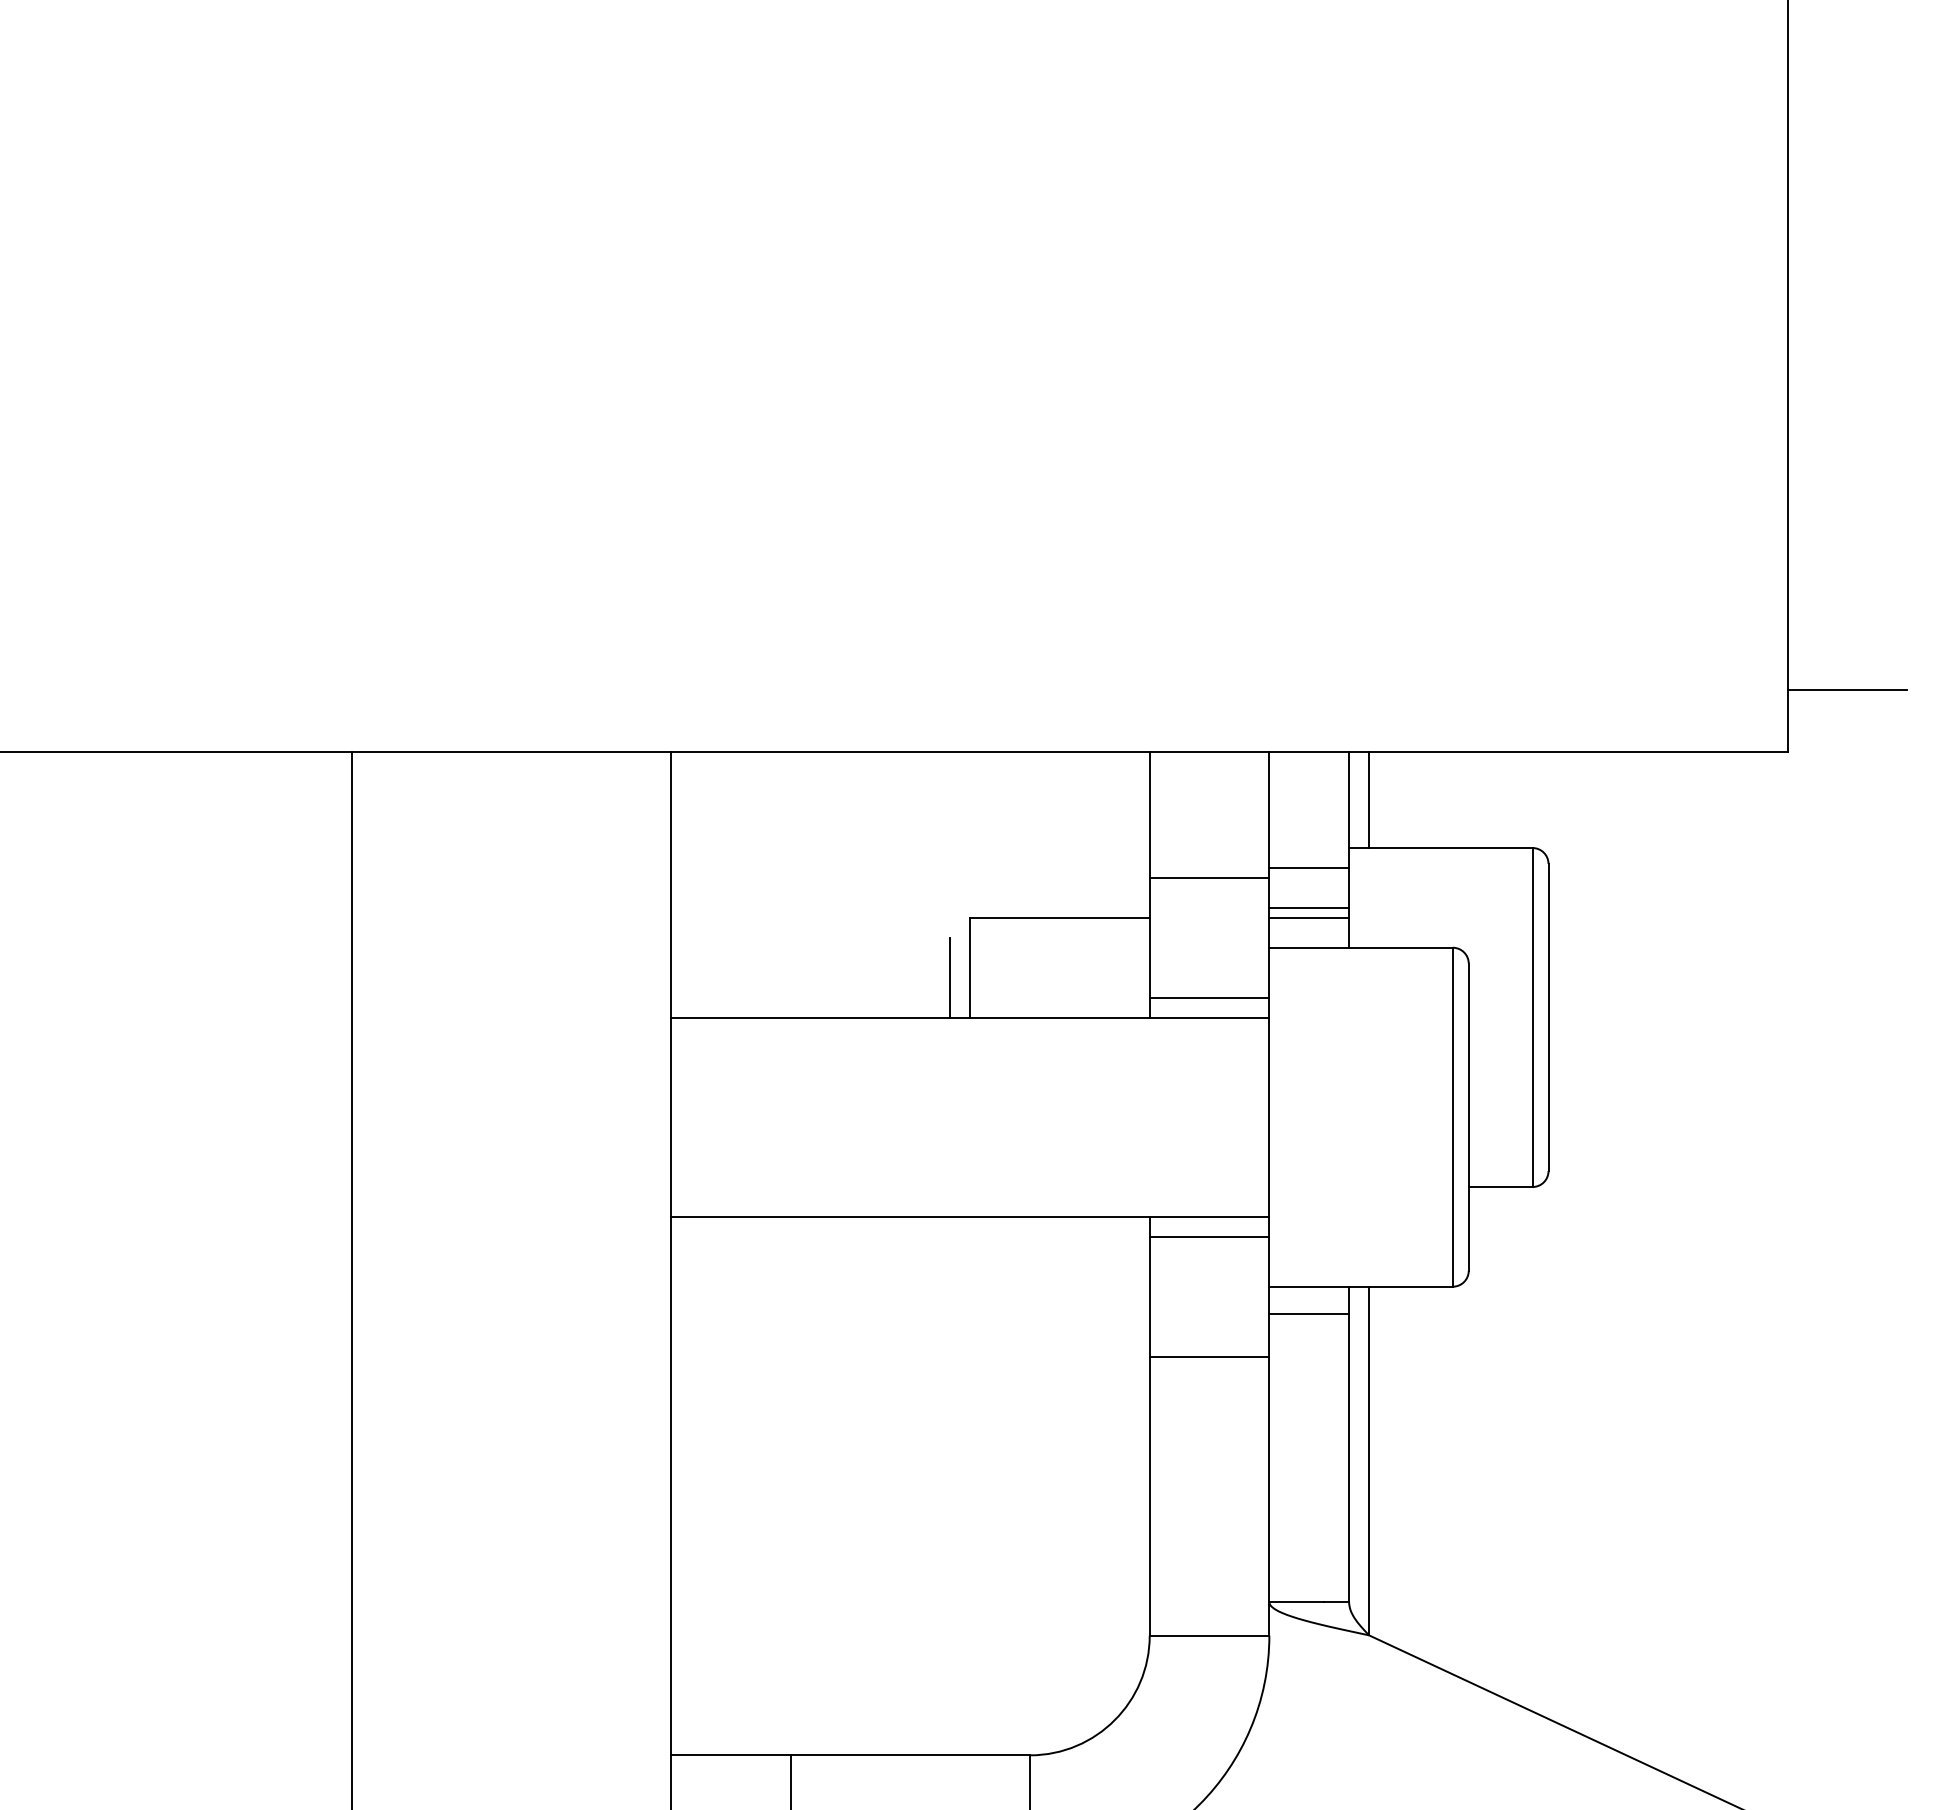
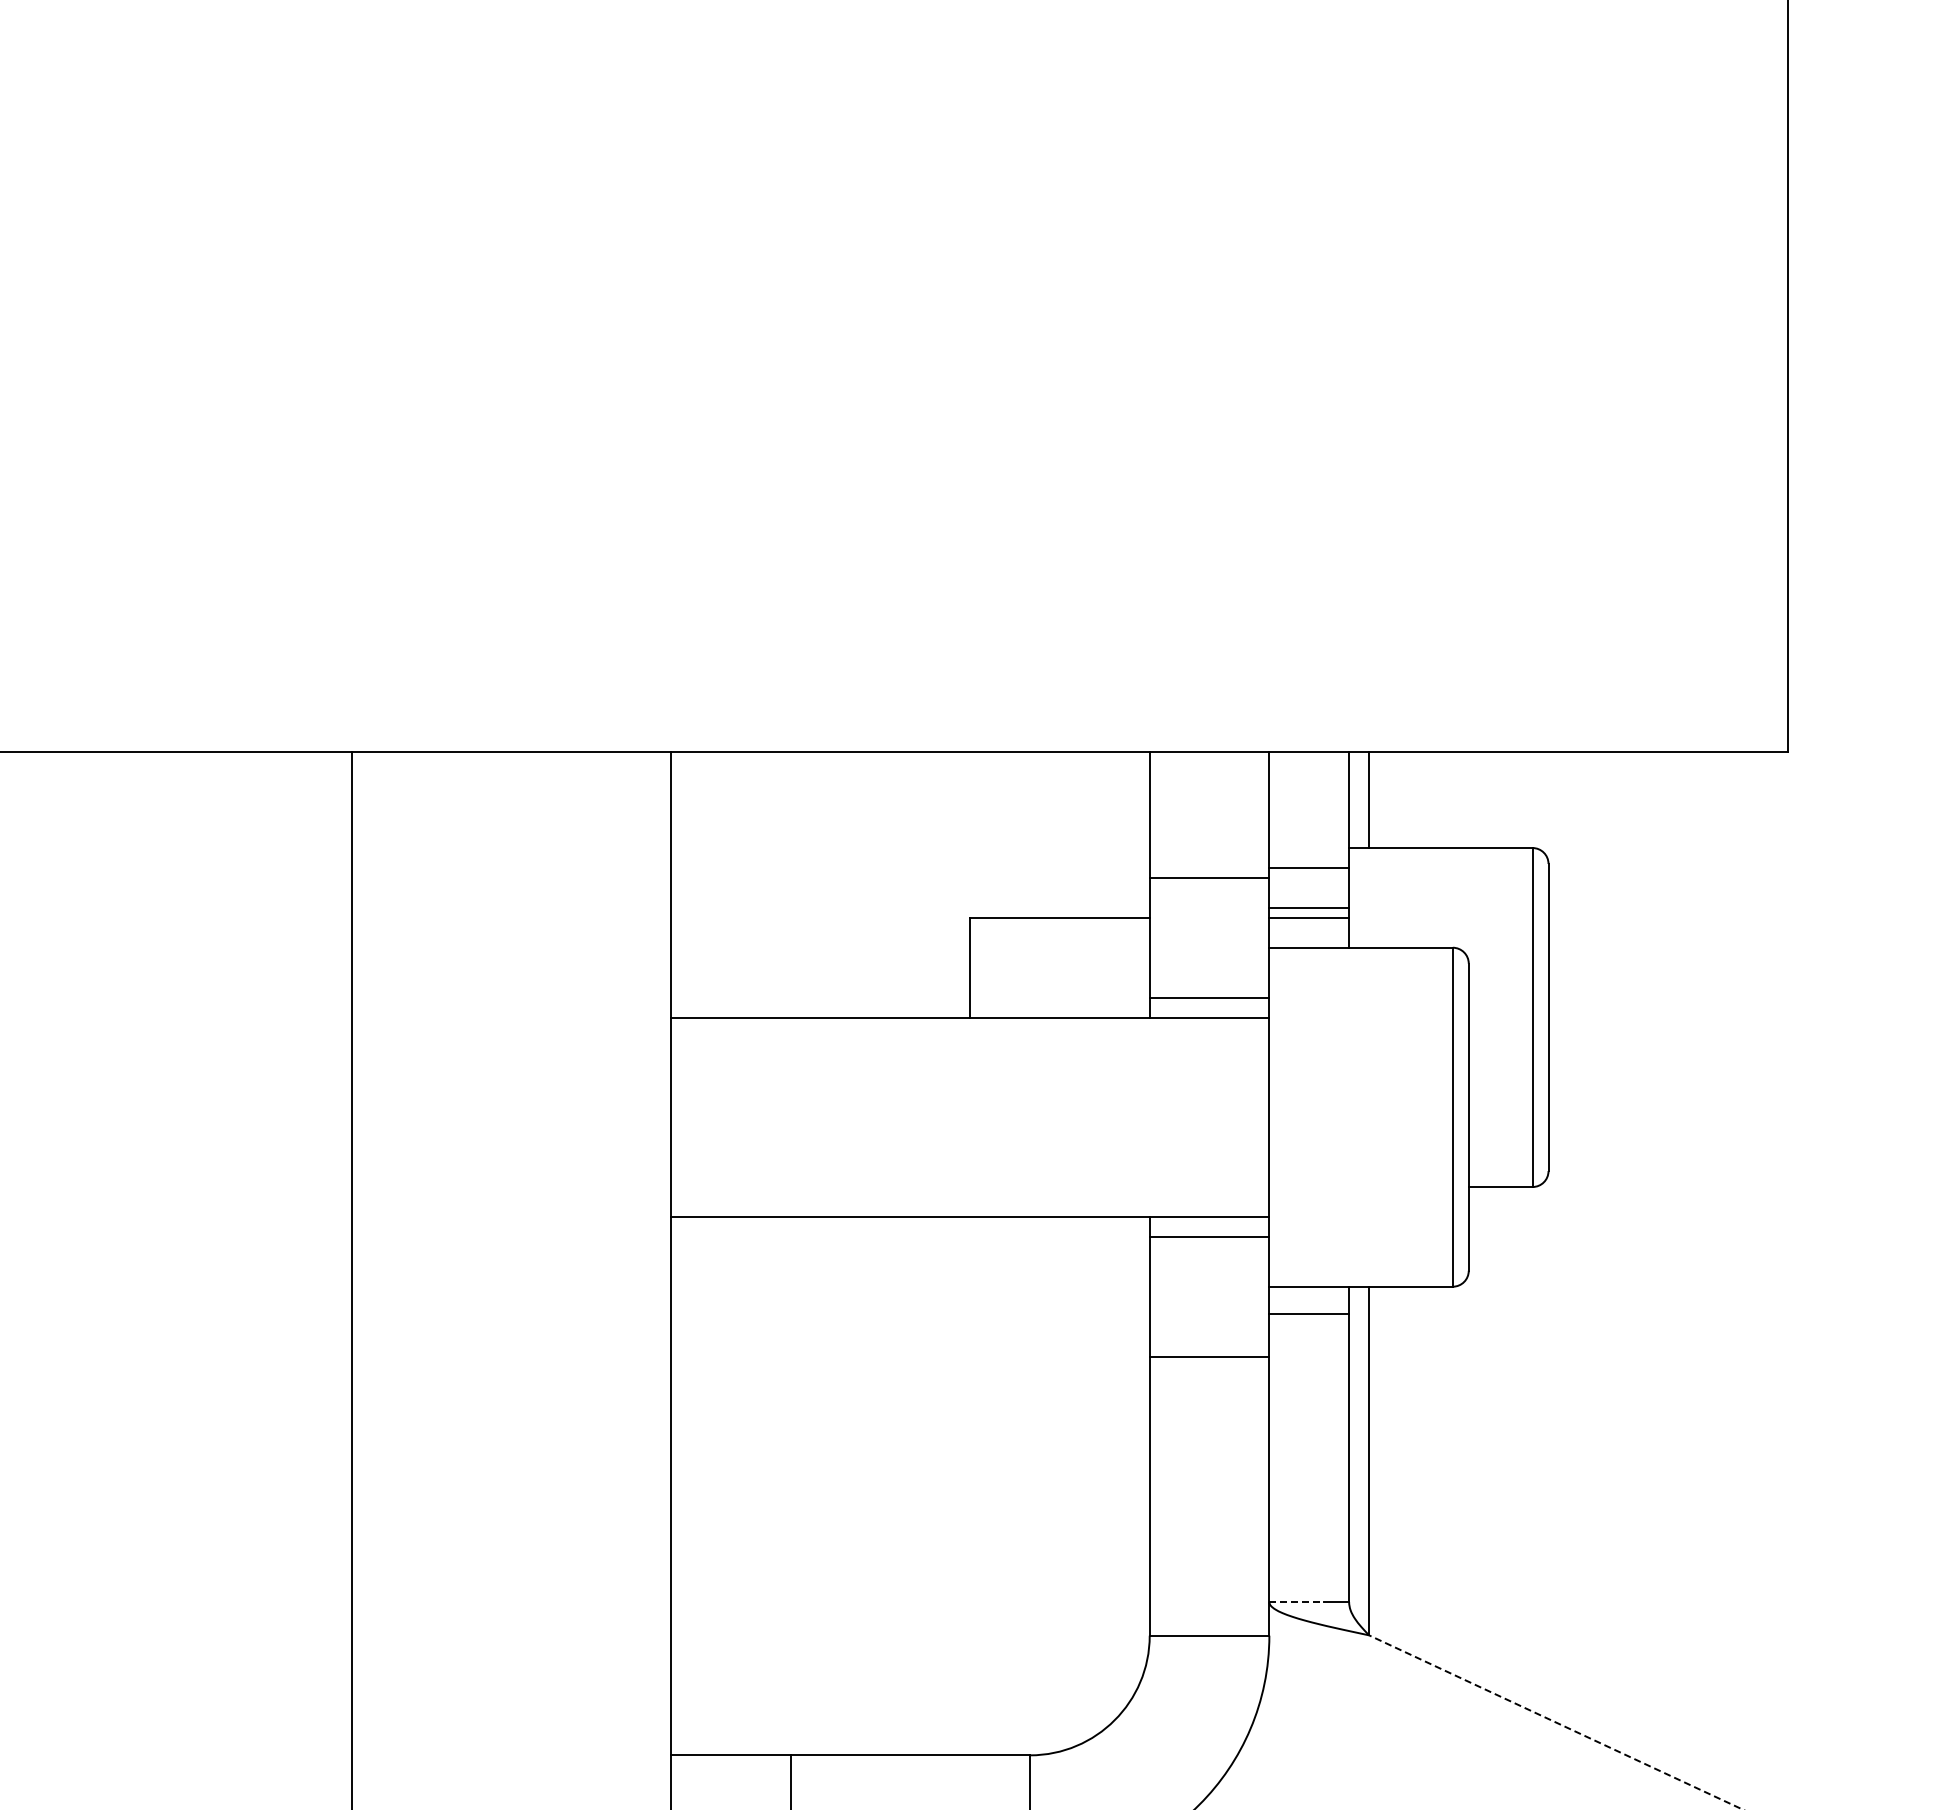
line at (1847, 690): present -> none
line at (950, 977): present -> none
line at (1297, 1602): solid -> dashed
line at (1555, 1722): solid -> dashed
